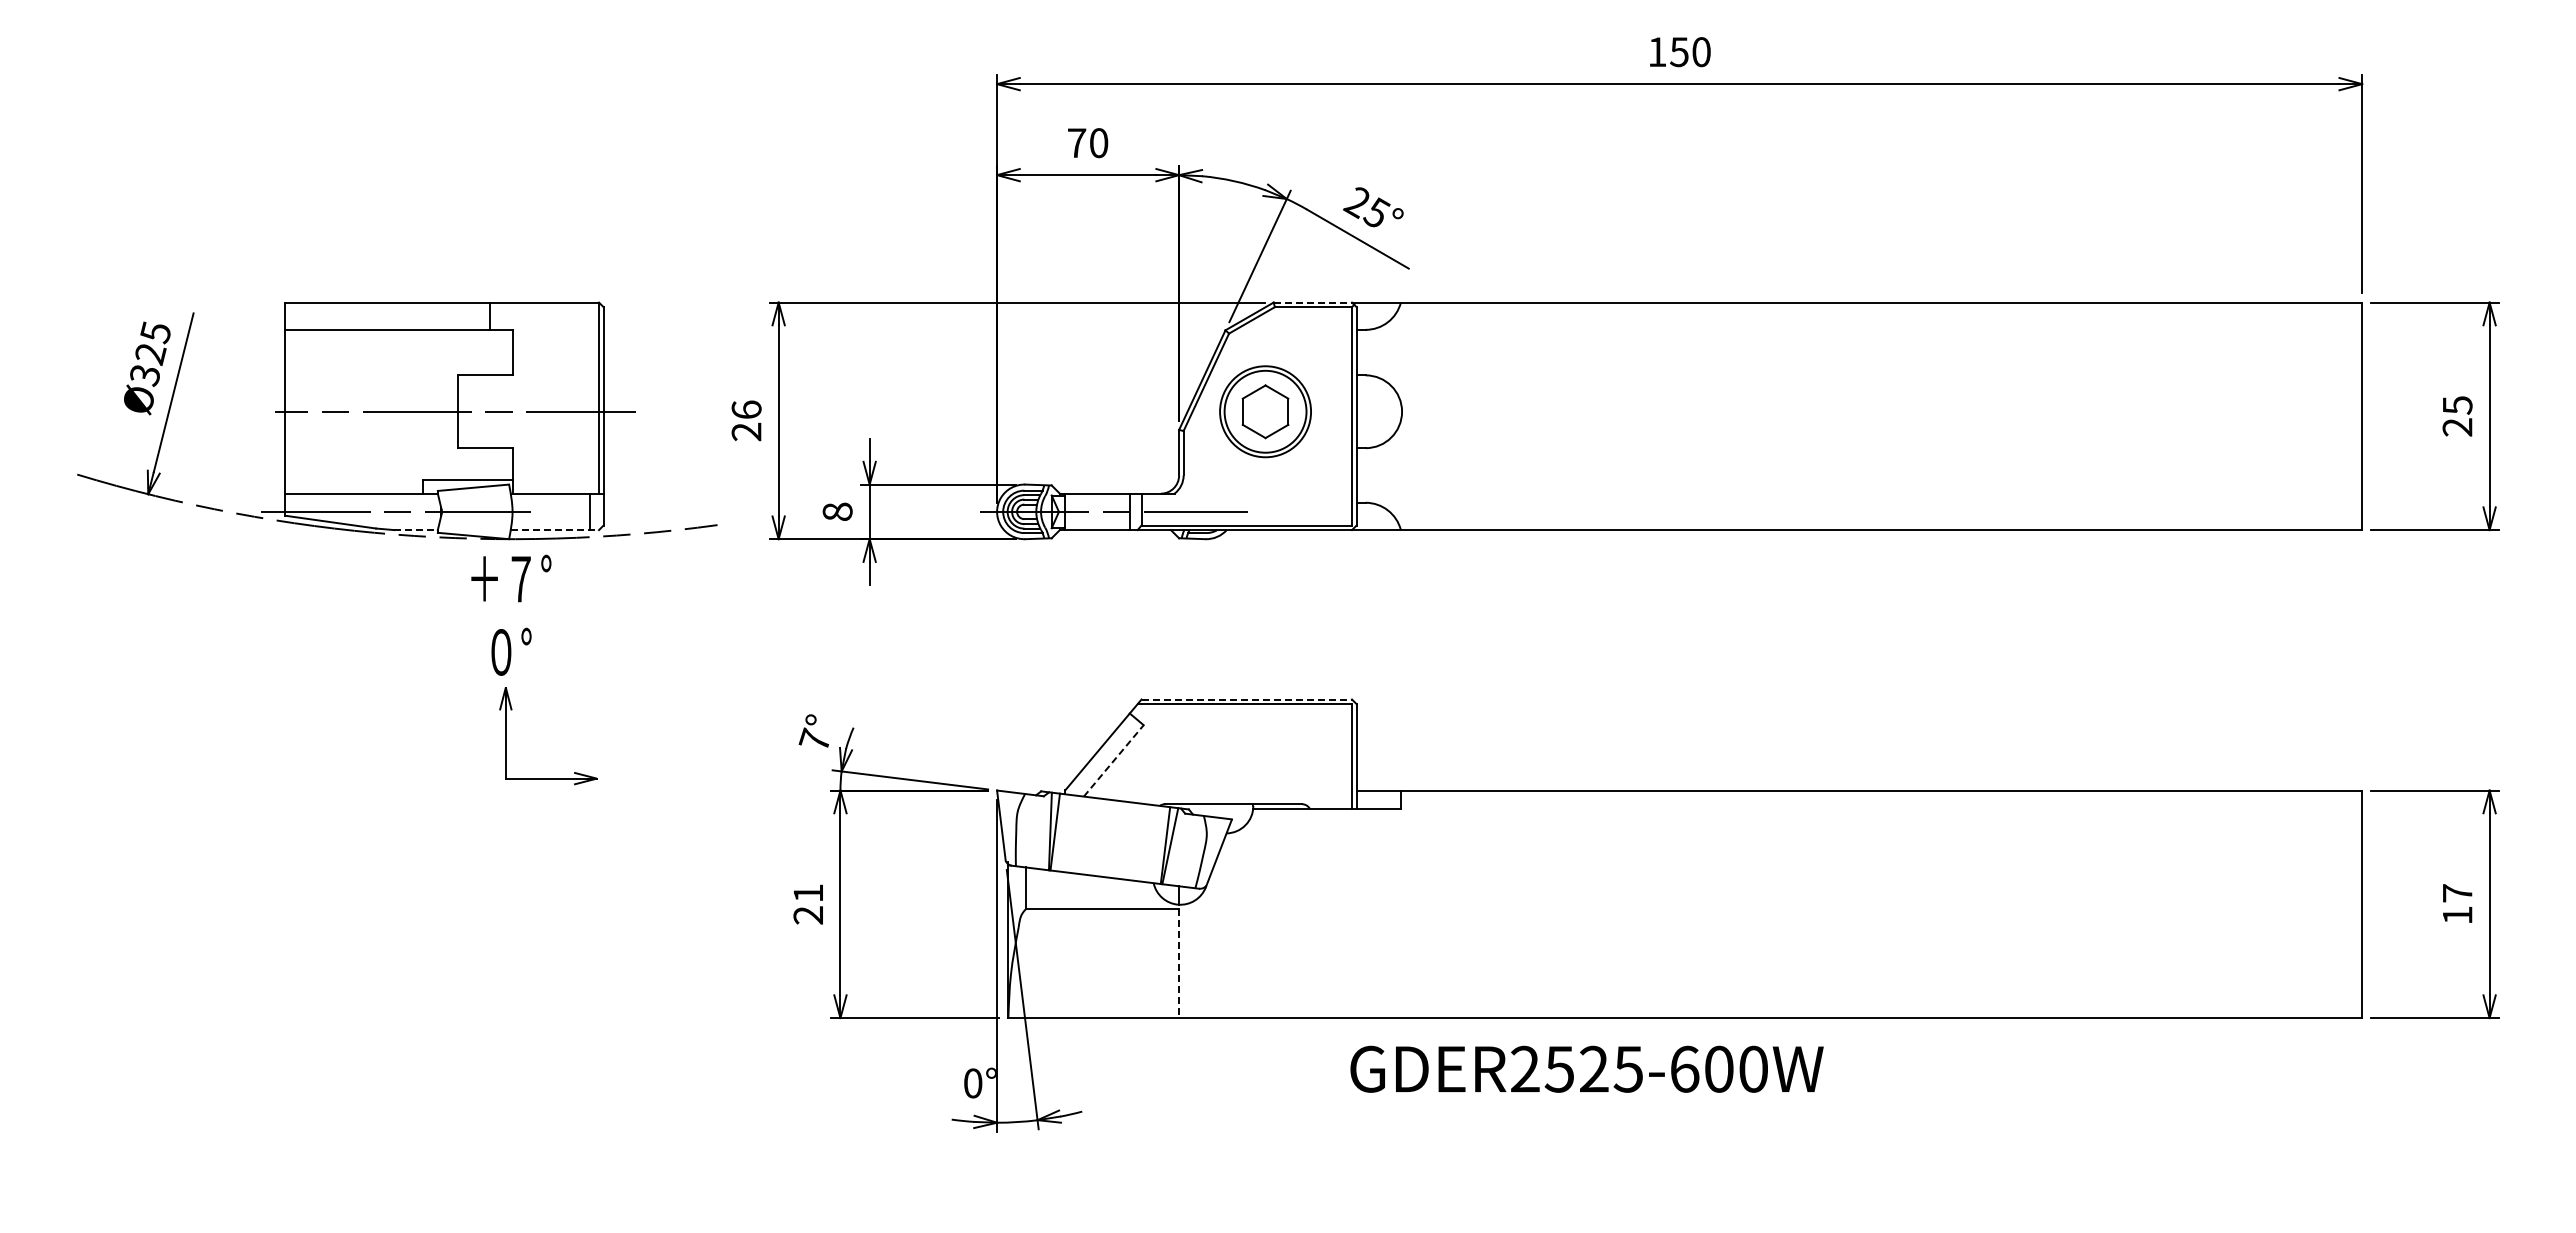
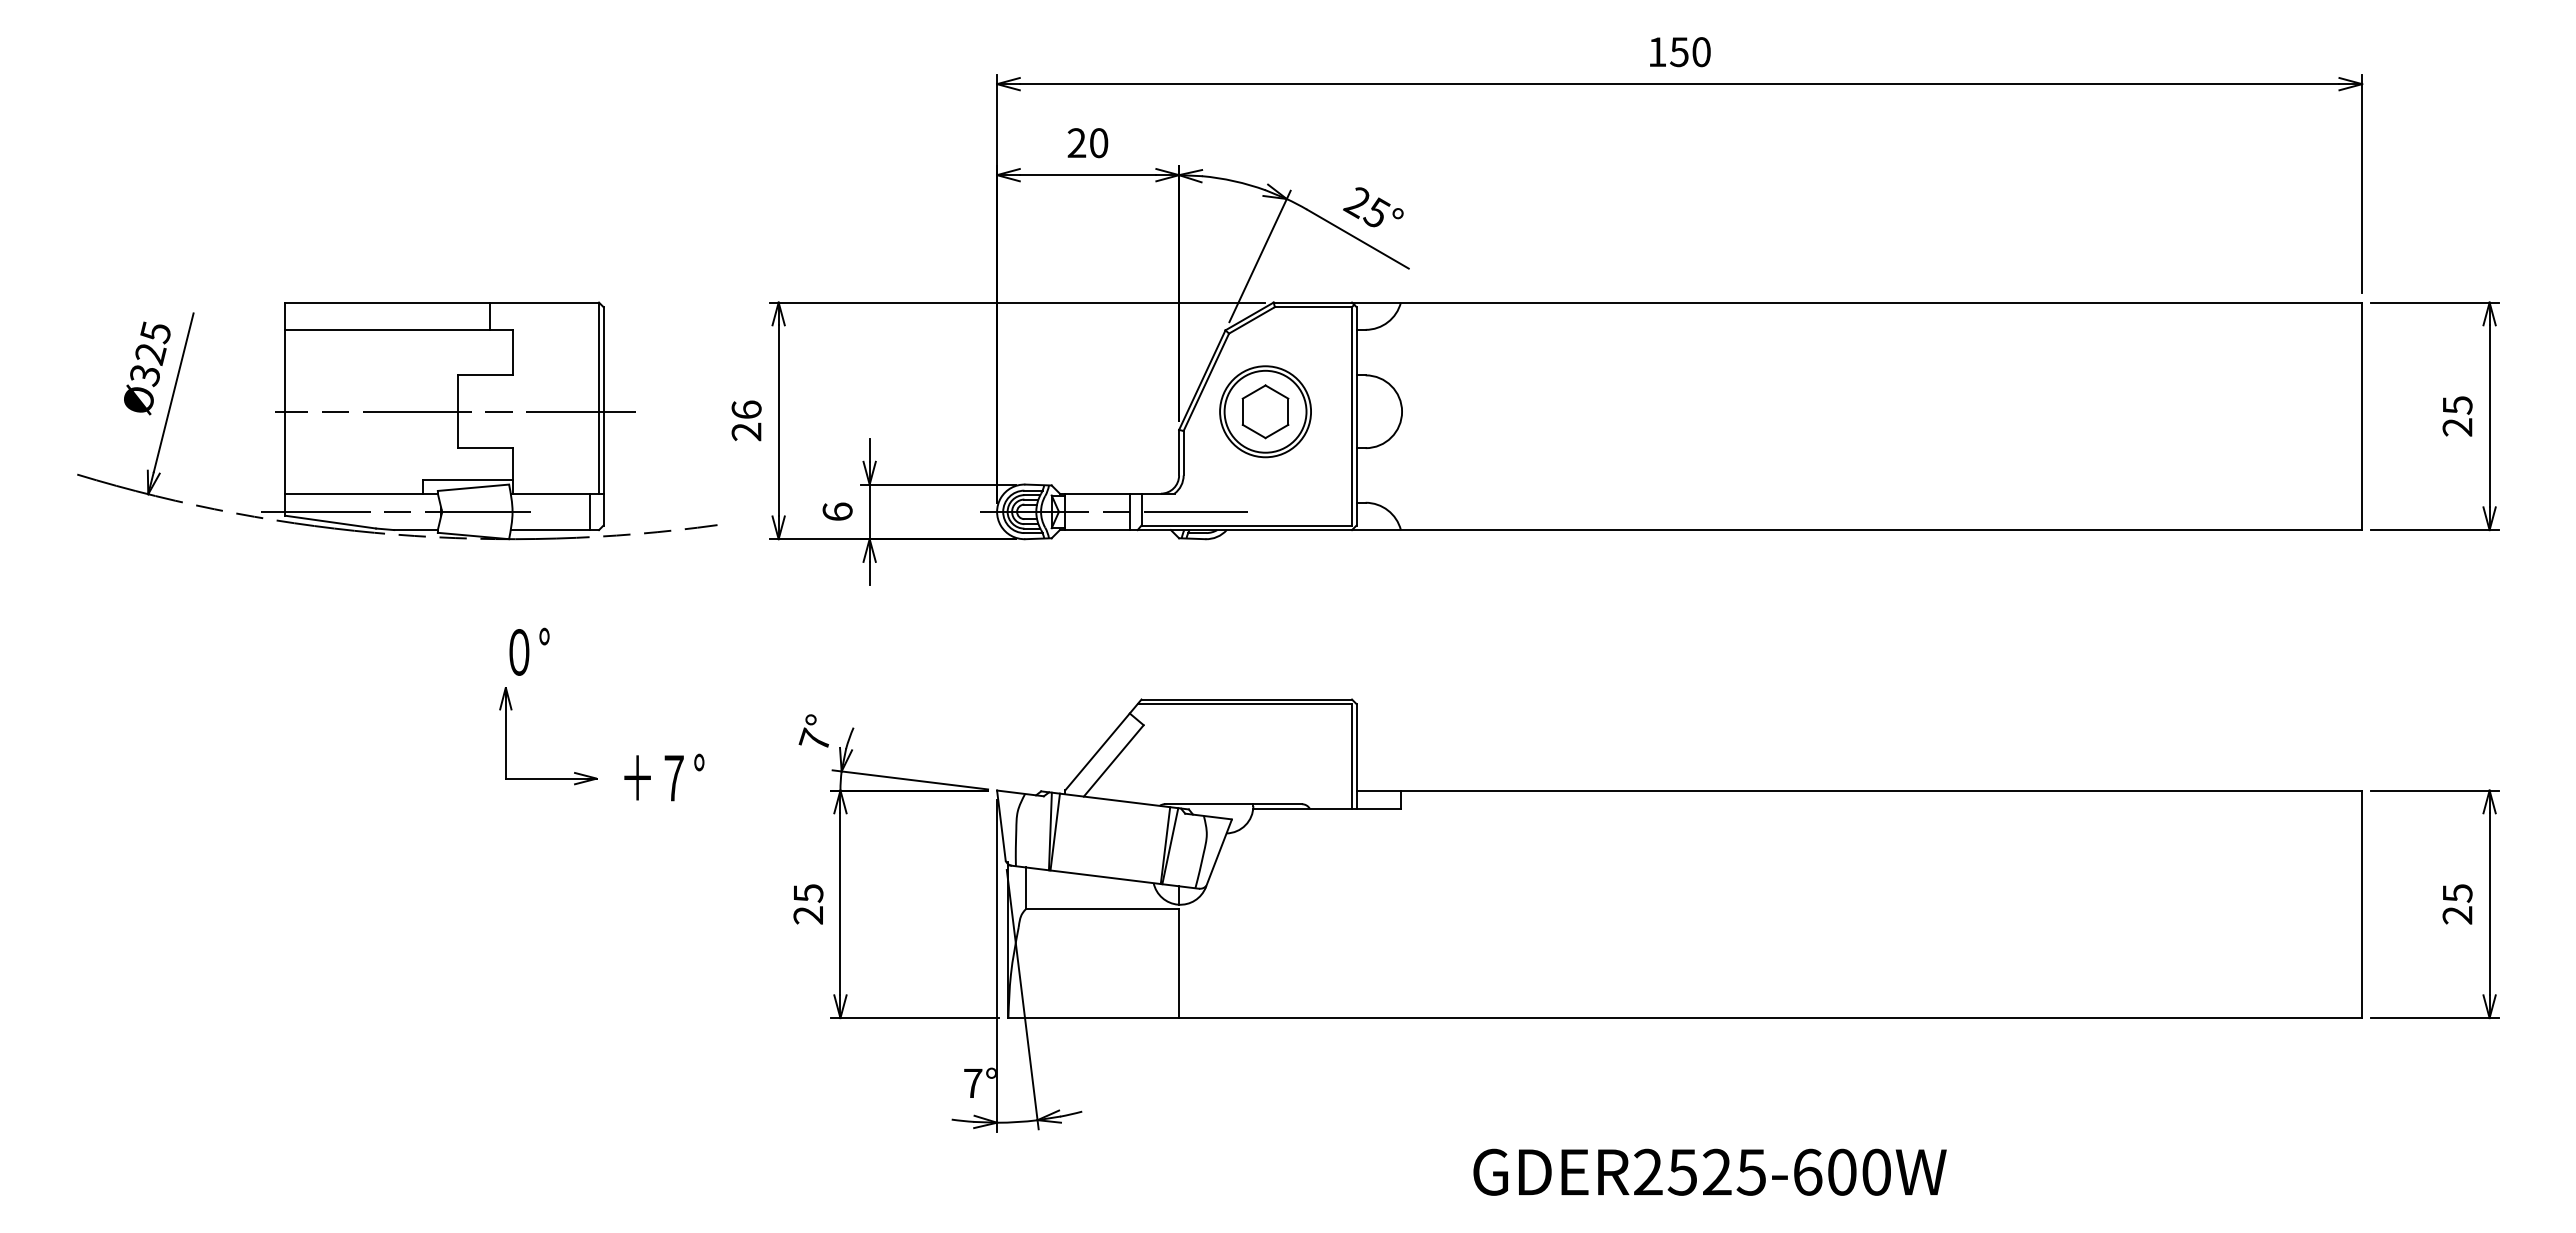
text at (1076, 142): 70 -> 20
line at (1313, 302): dashed -> solid
text at (837, 511): 8 -> 6
line at (416, 530): dashed -> solid
line at (555, 530): dashed -> solid
text at (511, 578) position: (511, 578) -> (664, 777)
text at (511, 651) position: (511, 651) -> (529, 651)
line at (1247, 699): dashed -> solid
line at (1113, 760): dashed -> solid
text at (808, 893): 21 -> 25
text at (2457, 904): 17 -> 25
line at (1179, 963): dashed -> solid
text at (1586, 1068) position: (1586, 1068) -> (1709, 1171)
text at (973, 1083): 0° -> 7°
